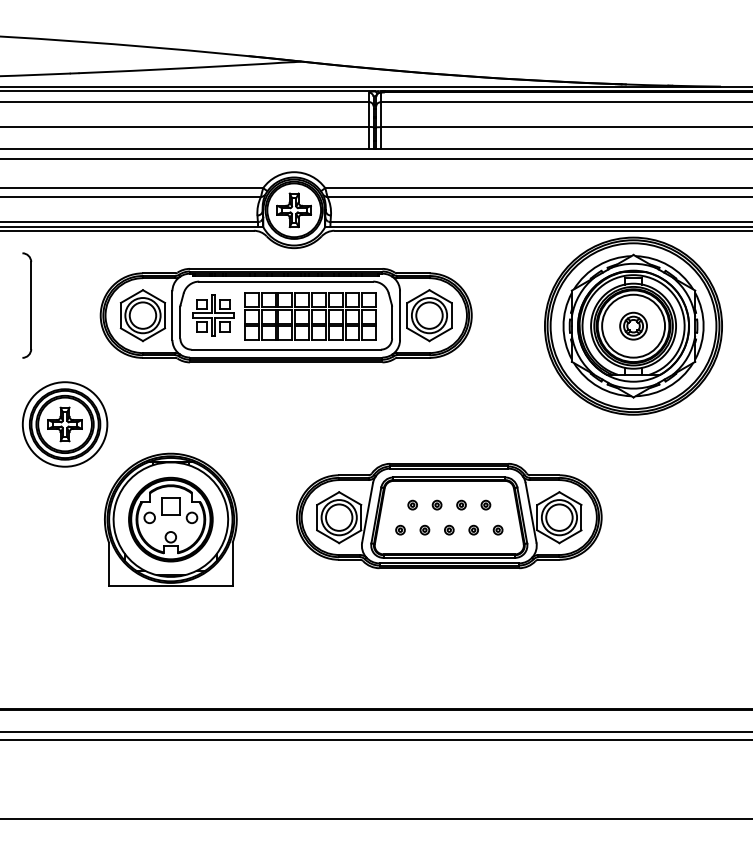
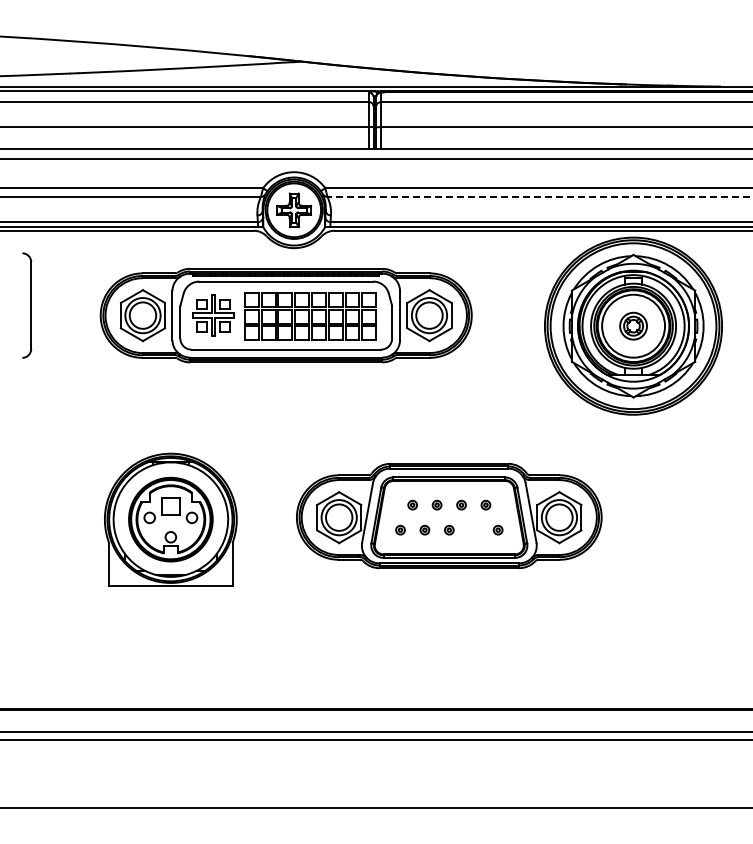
line at (539, 196): solid -> dashed
part at (64, 424): present -> none
part at (473, 529): present -> none
line at (375, 818) position: (375, 818) -> (375, 807)
